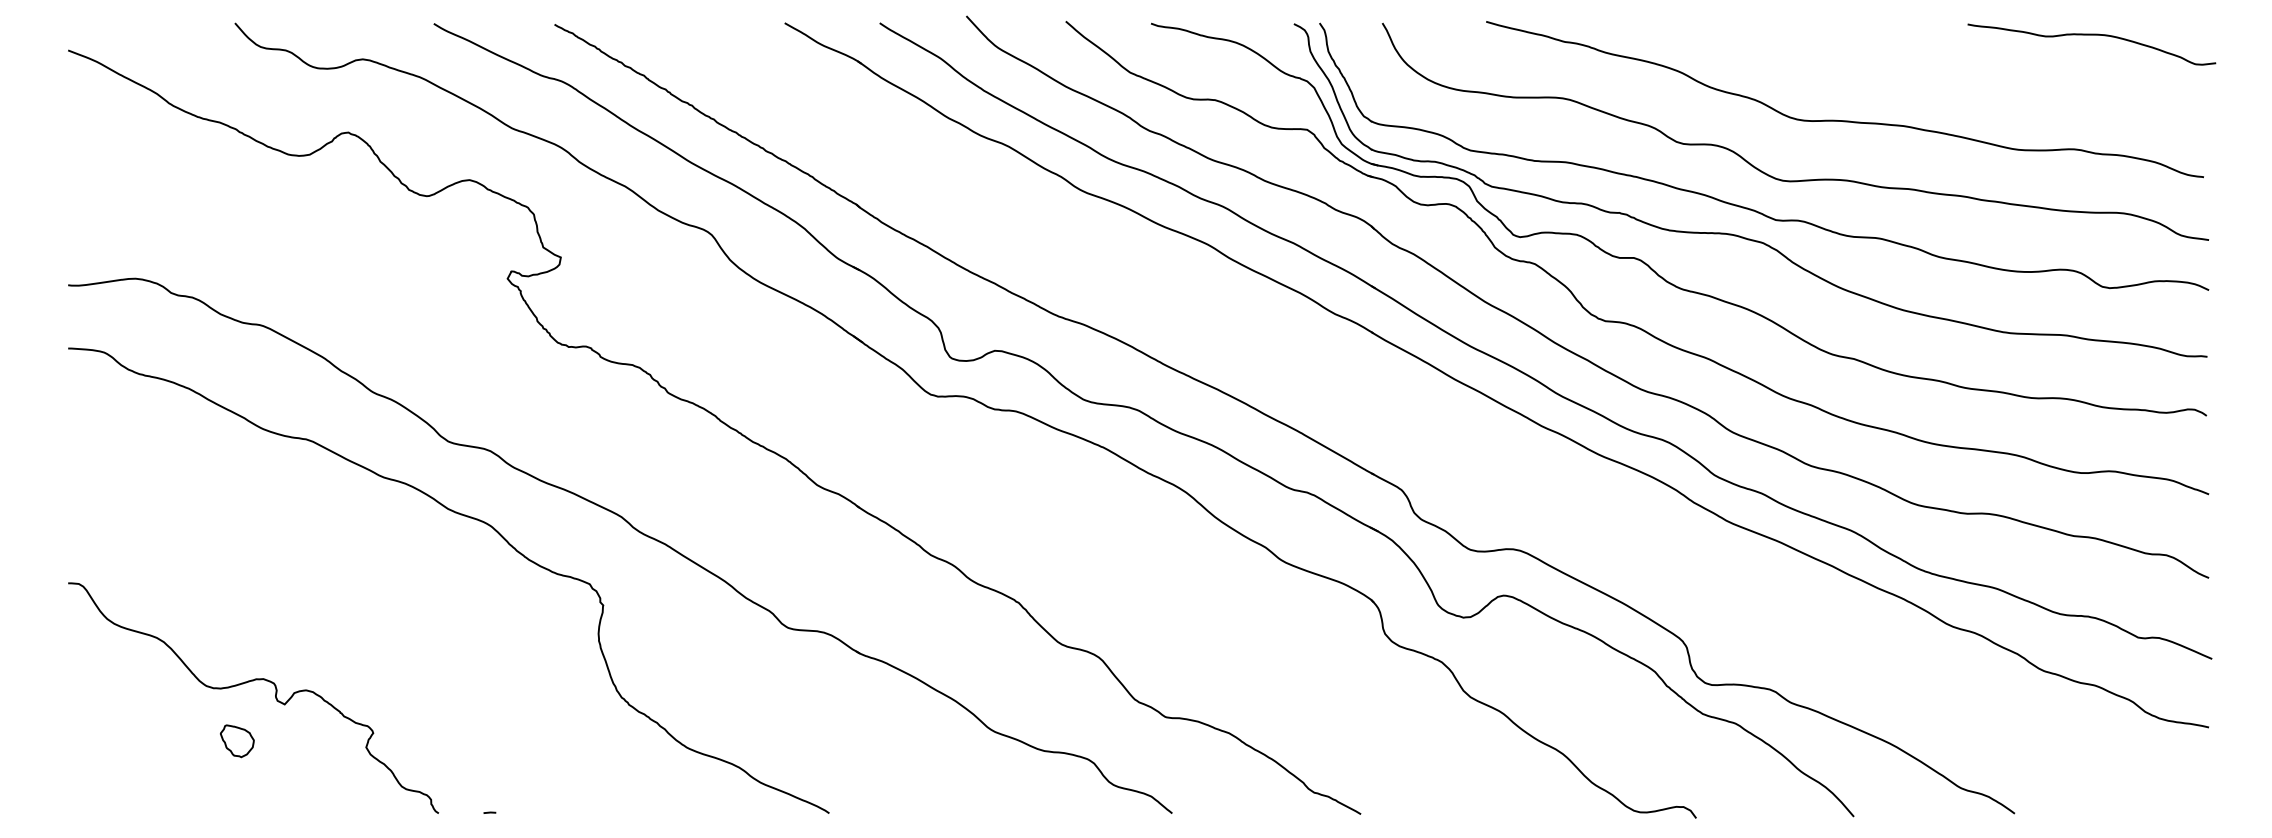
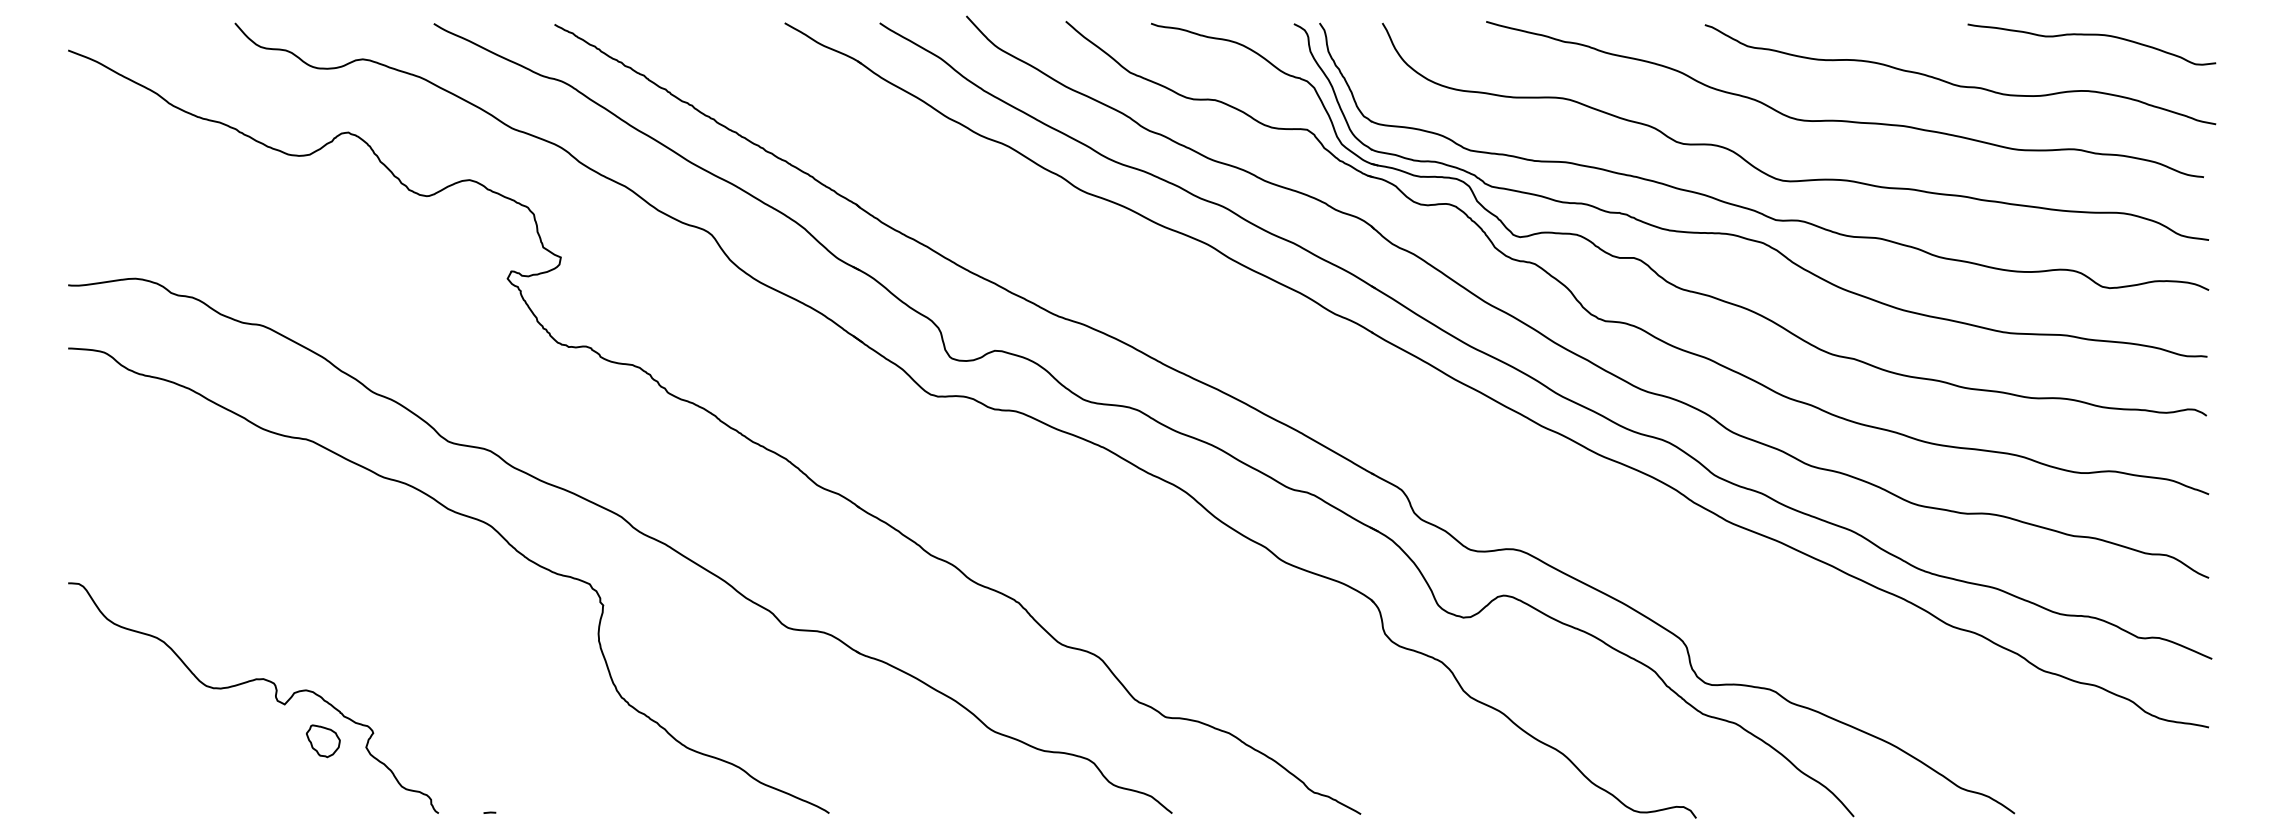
curve at (1957, 84): none -> present
part at (237, 741) position: (237, 741) -> (323, 741)
